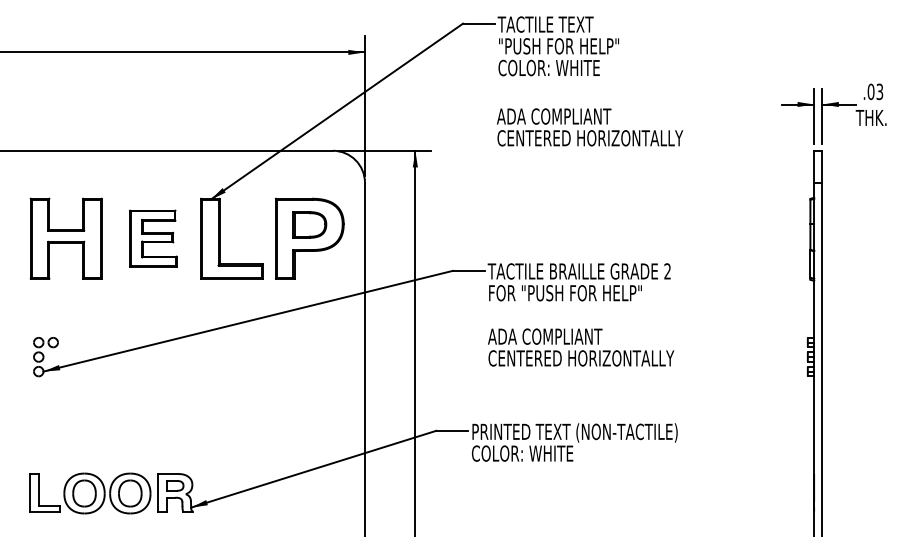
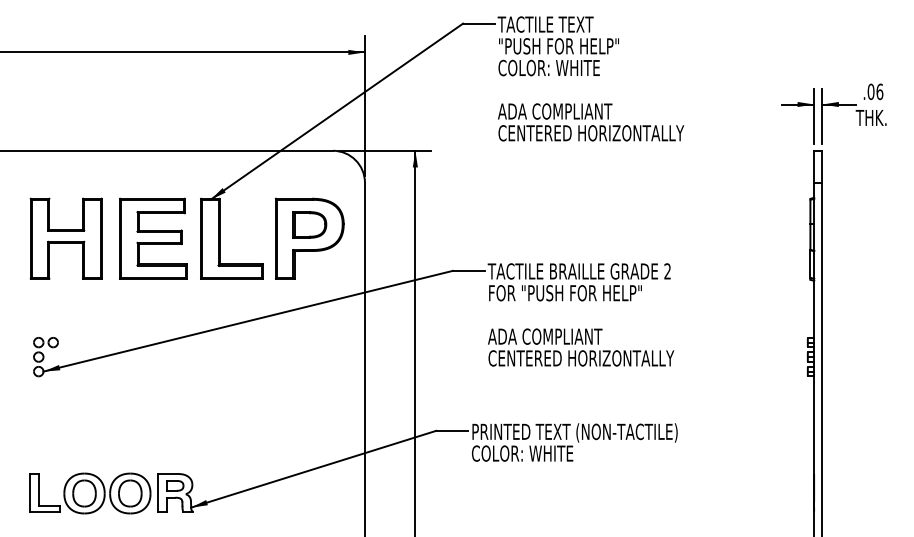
text at (879, 91): .03 -> .06
text at (590, 127) position: (590, 127) -> (591, 122)
part at (153, 238) size: 49x59 px -> 69x83 px
